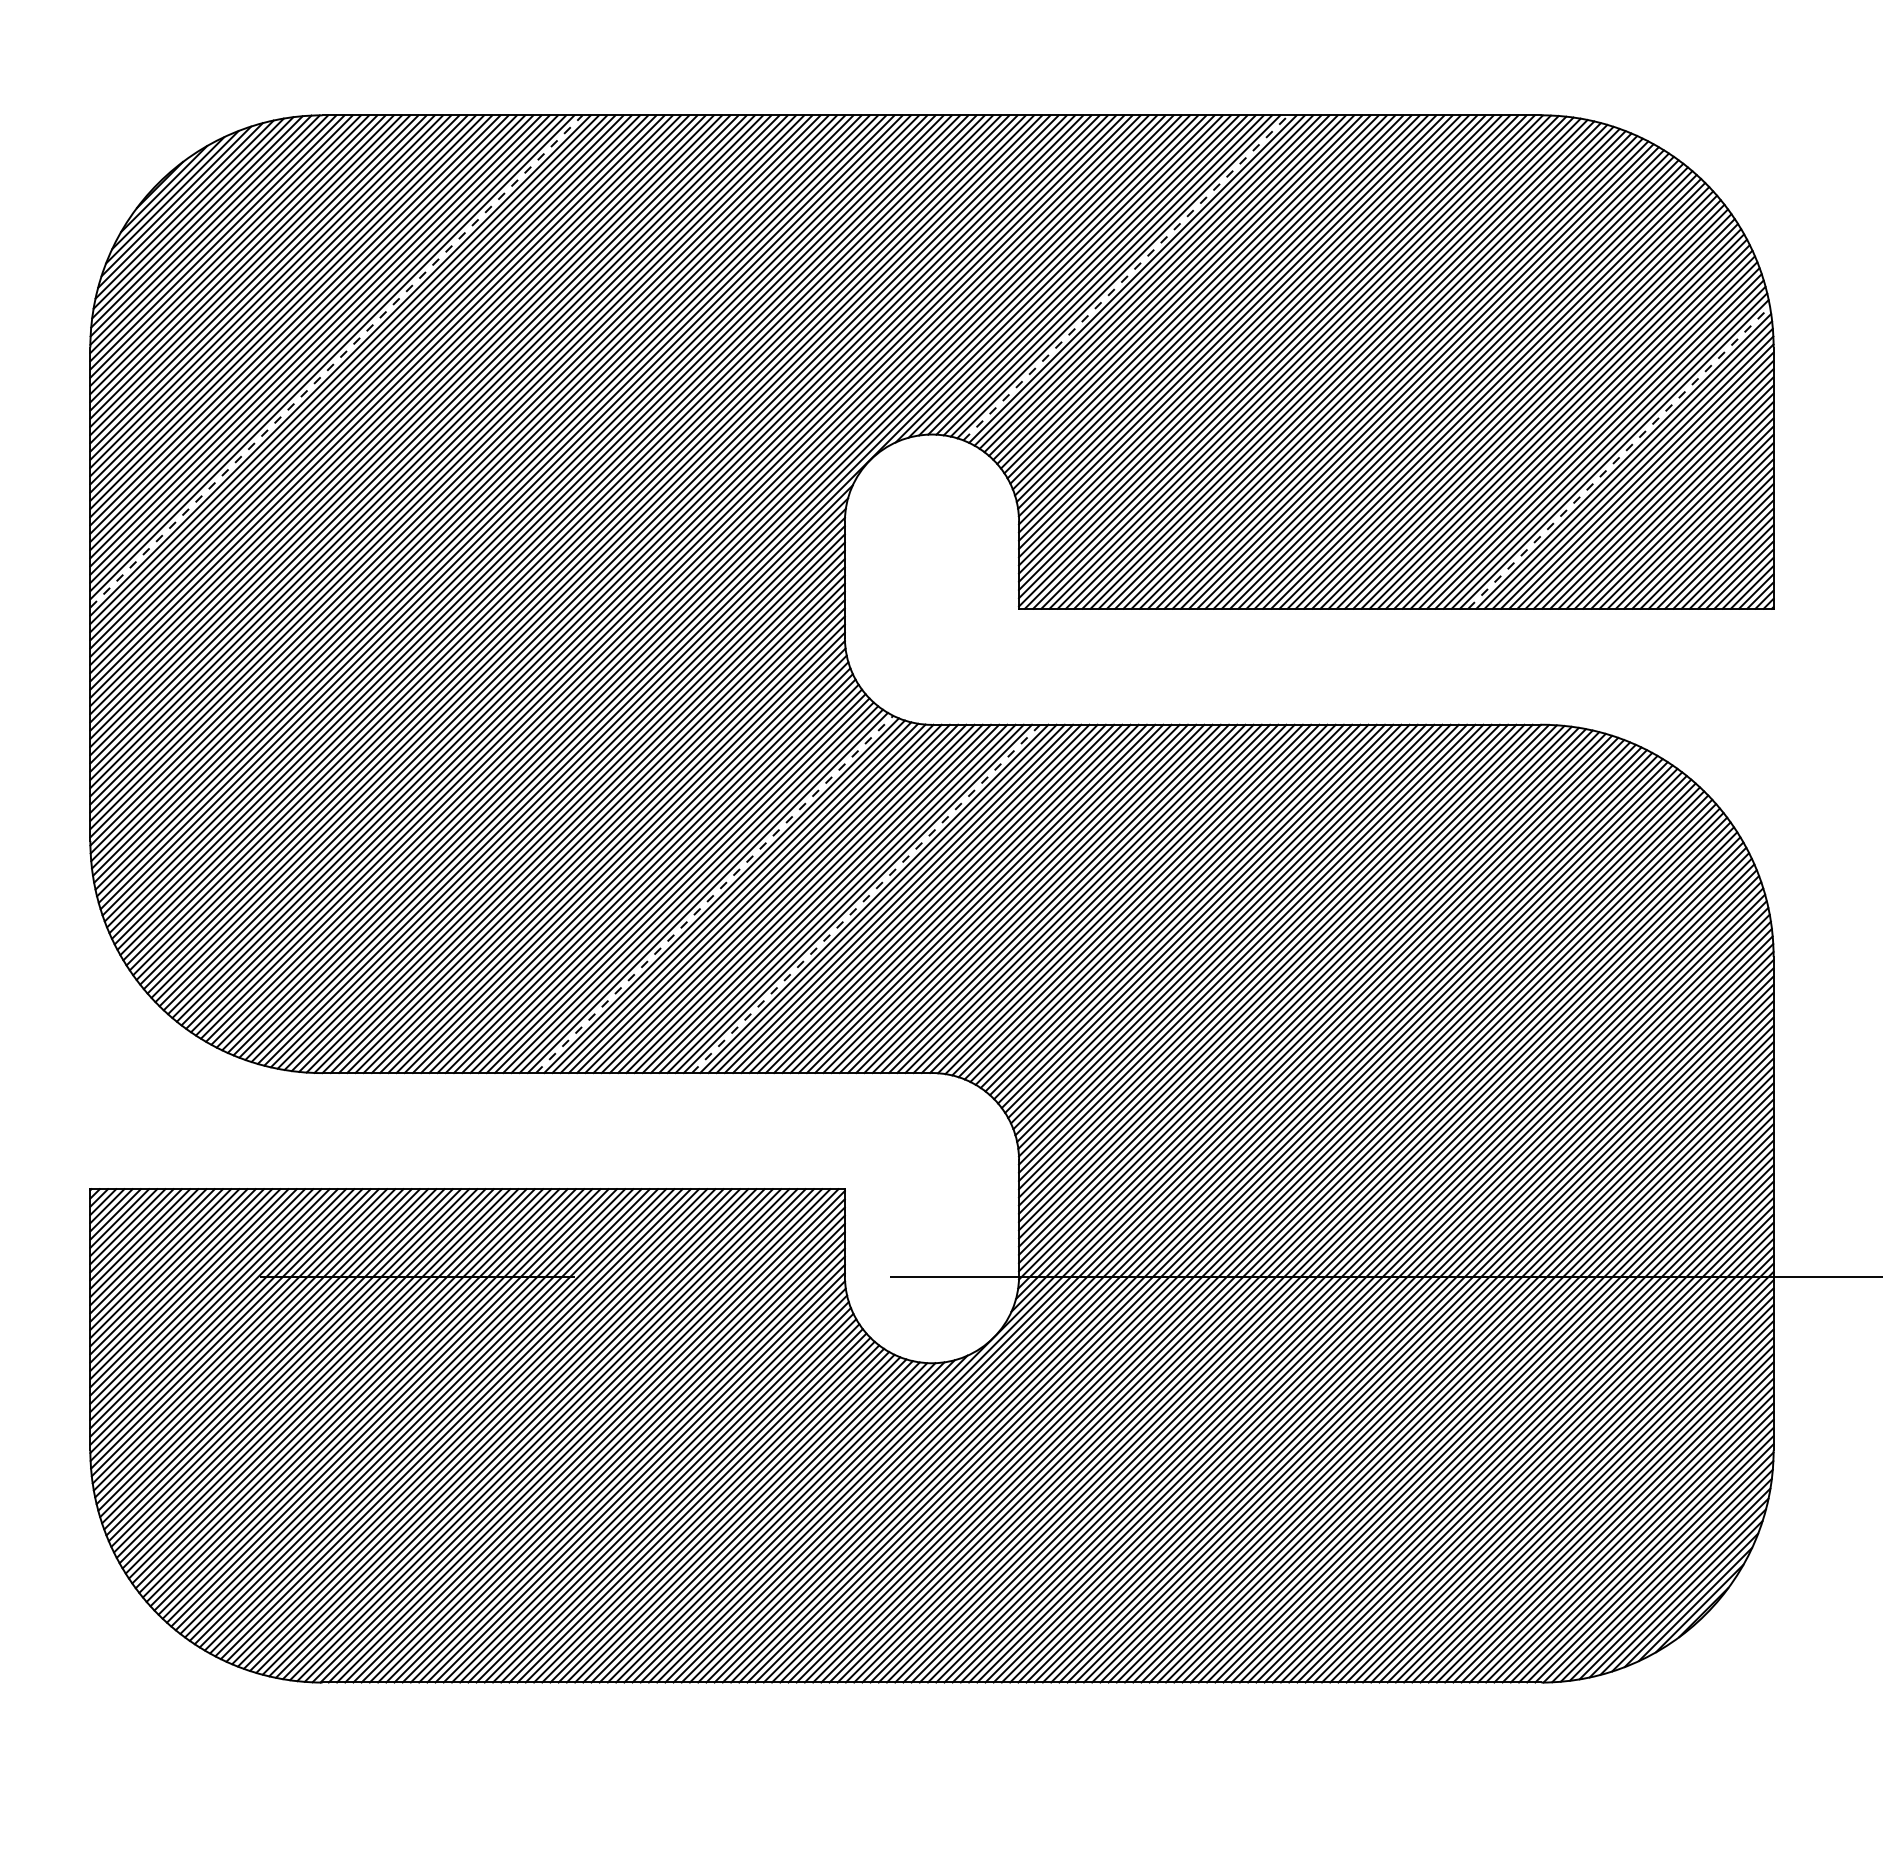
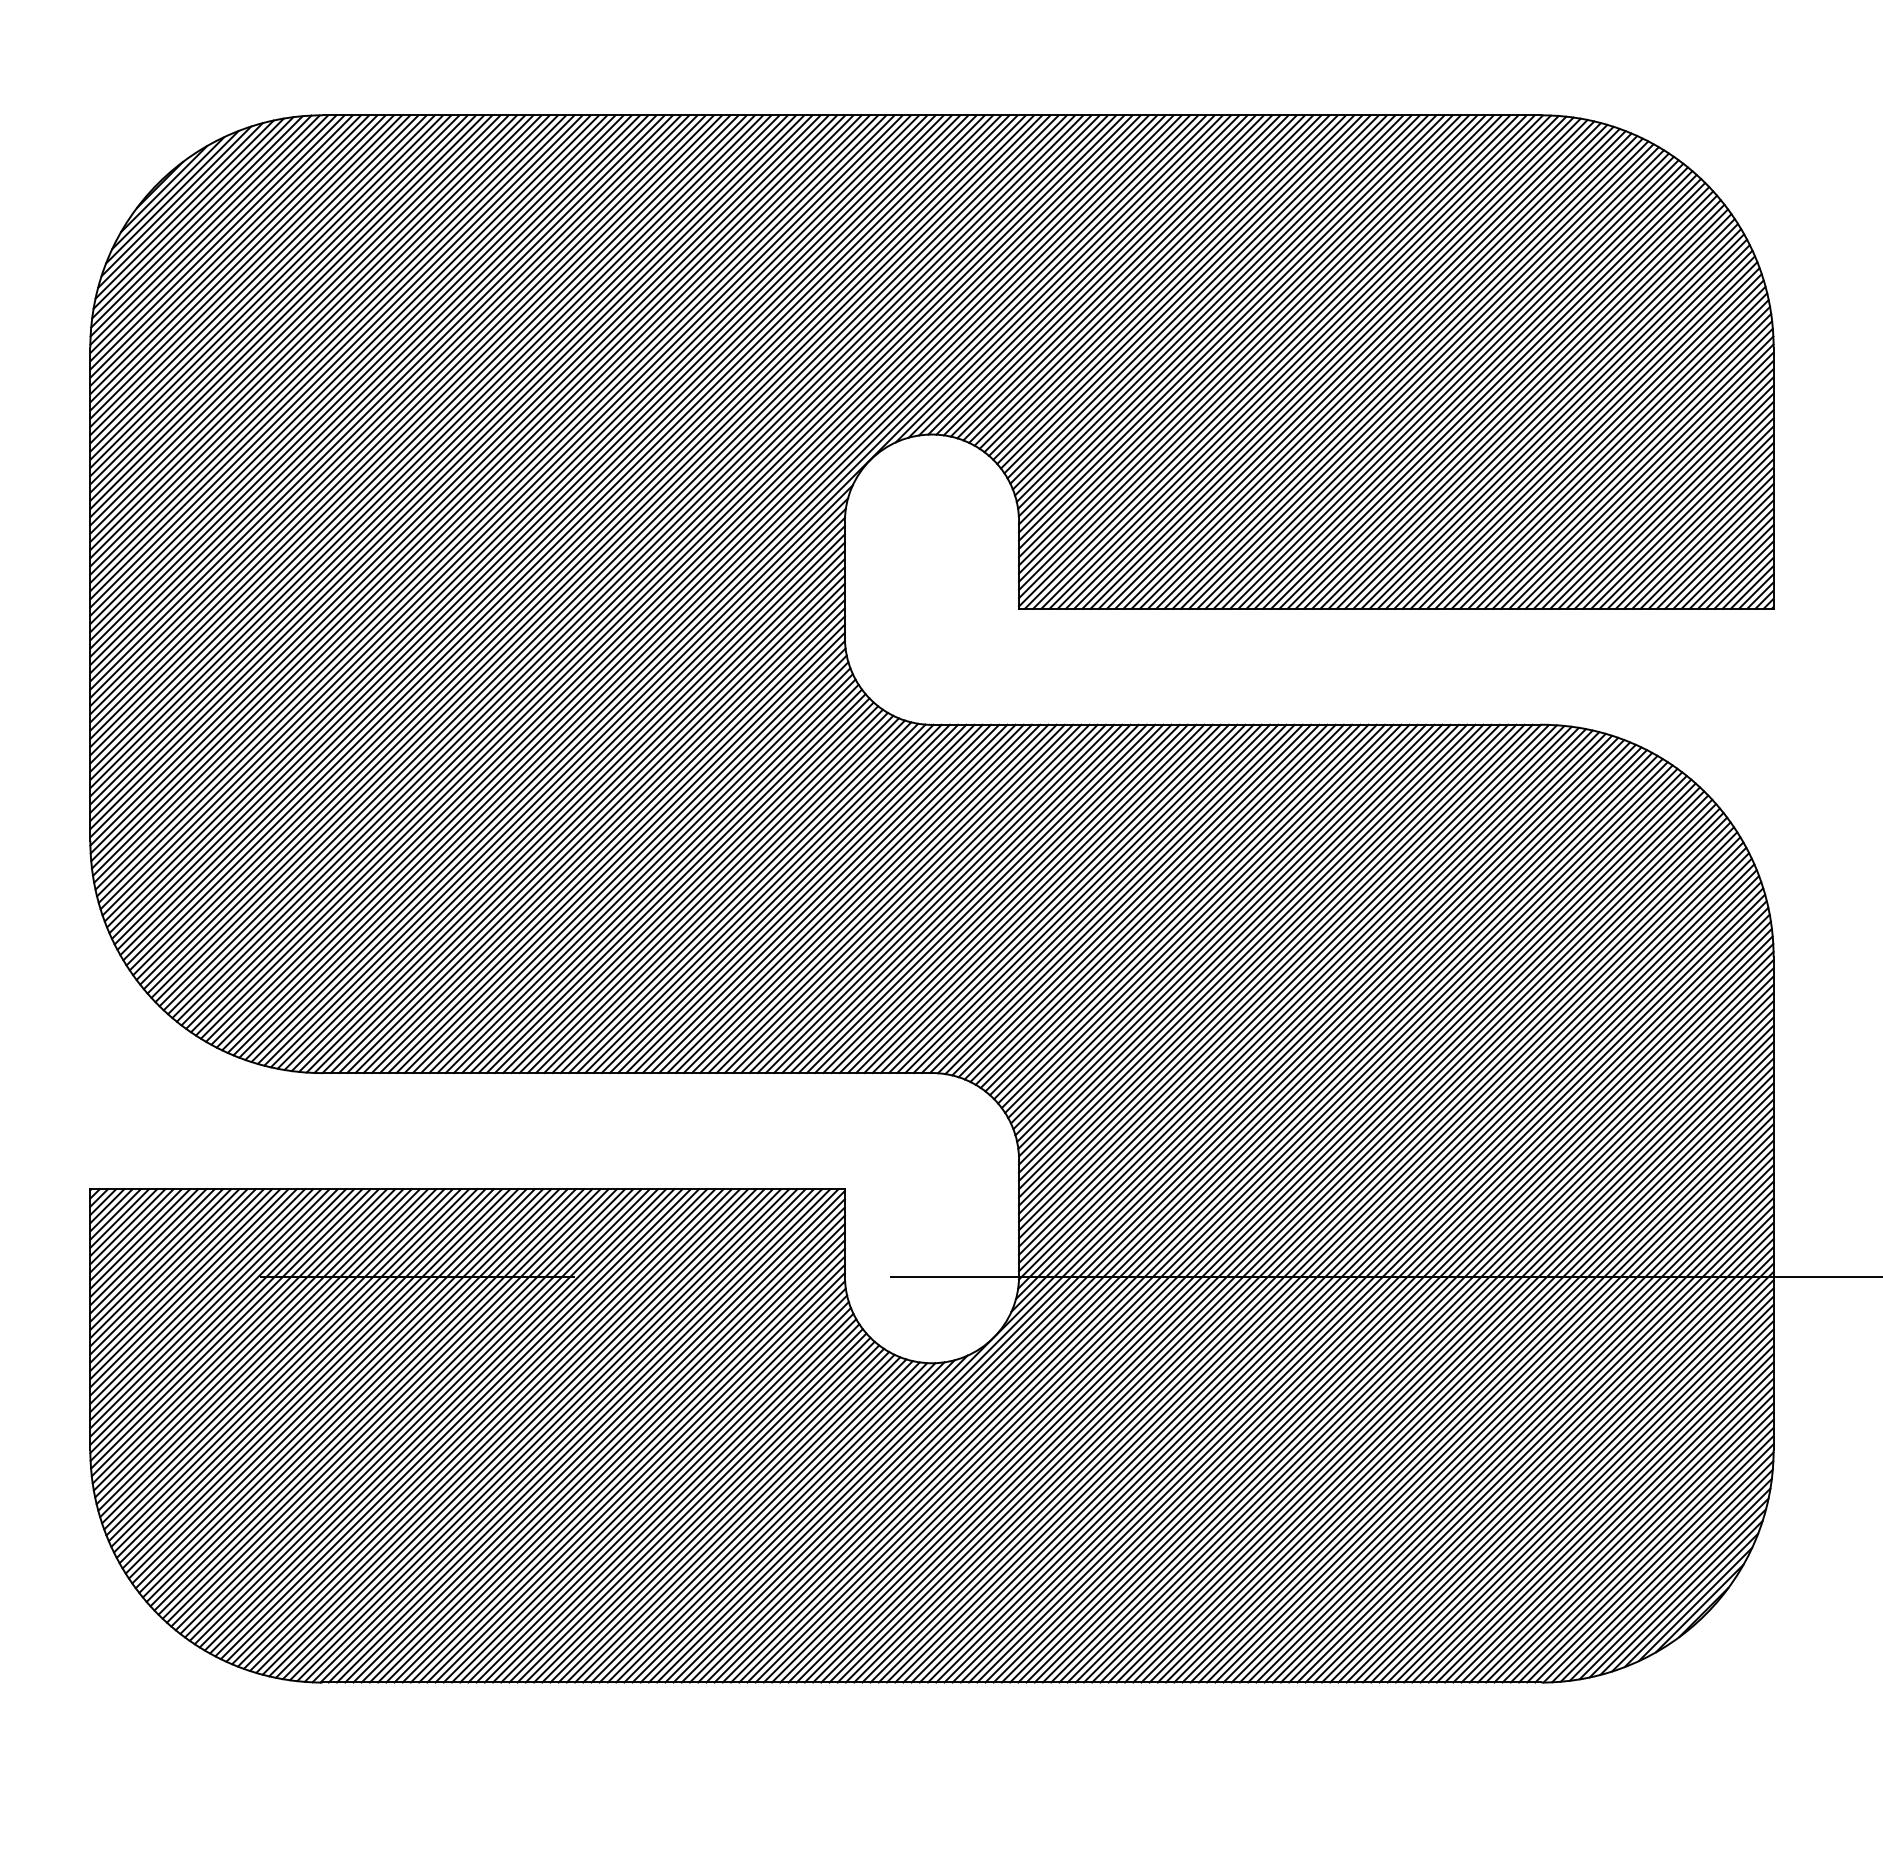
line at (1125, 277): dashed -> solid
line at (336, 361): dashed -> solid
line at (1619, 457): dashed -> solid
line at (714, 894): dashed -> solid
line at (866, 898): dashed -> solid
